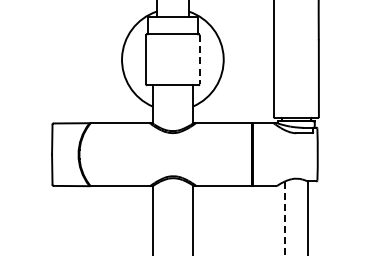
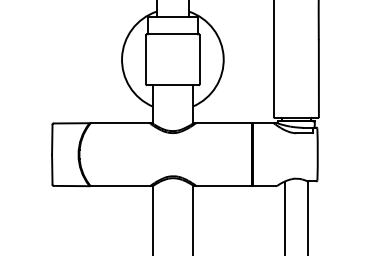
line at (199, 59): dashed -> solid
line at (284, 218): dashed -> solid
